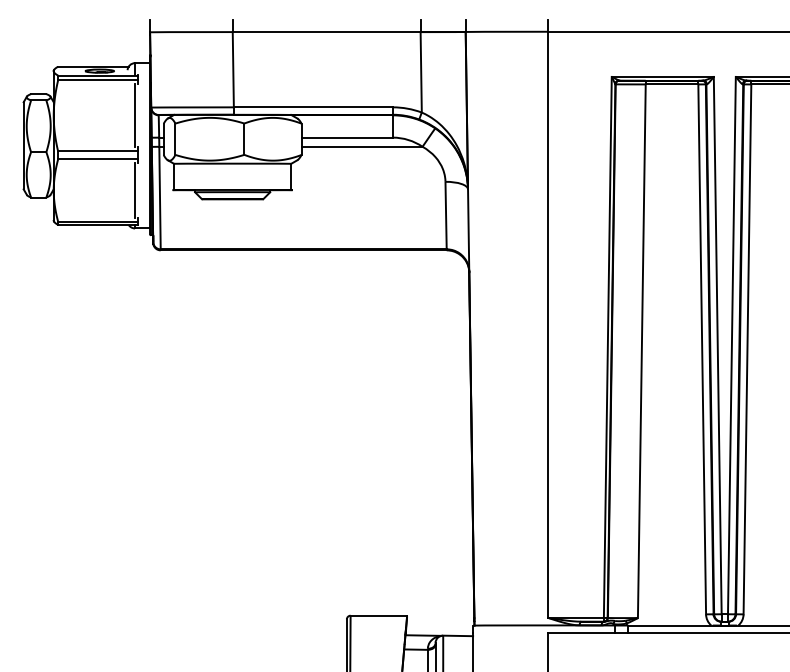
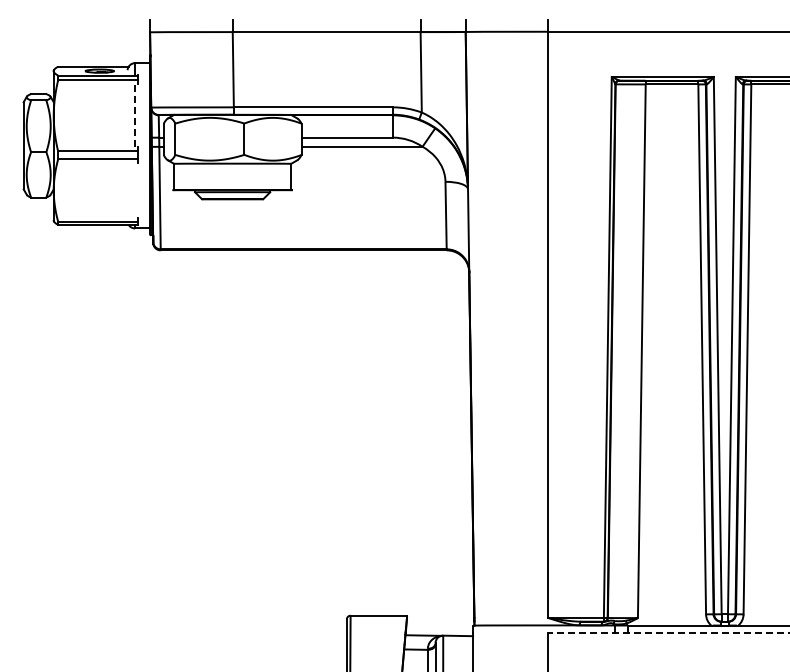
line at (135, 115): solid -> dashed
line at (135, 190): present -> none
line at (668, 632): solid -> dashed
